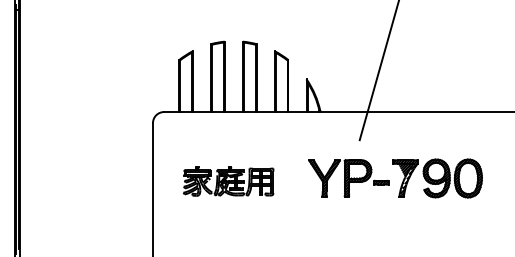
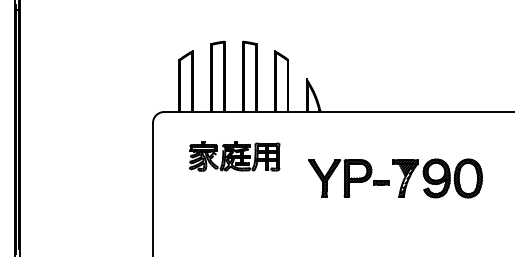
line at (378, 71): present -> none
part at (228, 181) position: (228, 181) -> (234, 156)
